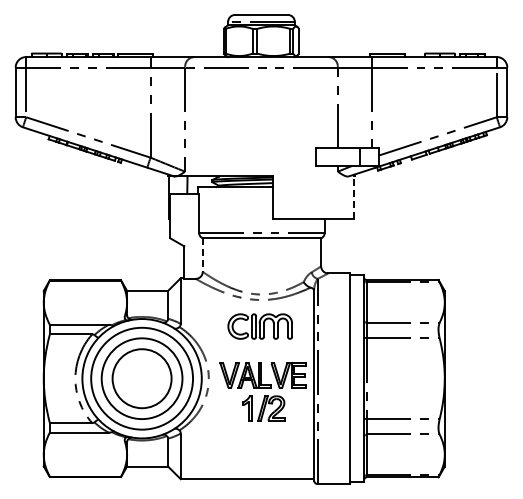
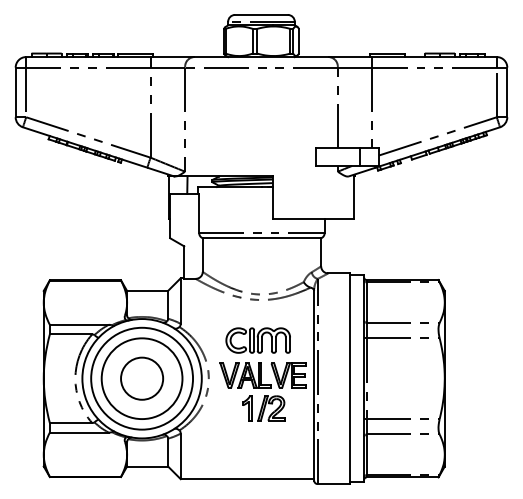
line at (353, 197): dashed -> solid
line at (202, 255): dashed -> solid
part at (259, 326) position: (259, 326) -> (257, 340)
circle at (141, 378) diameter: 59 px -> 42 px
